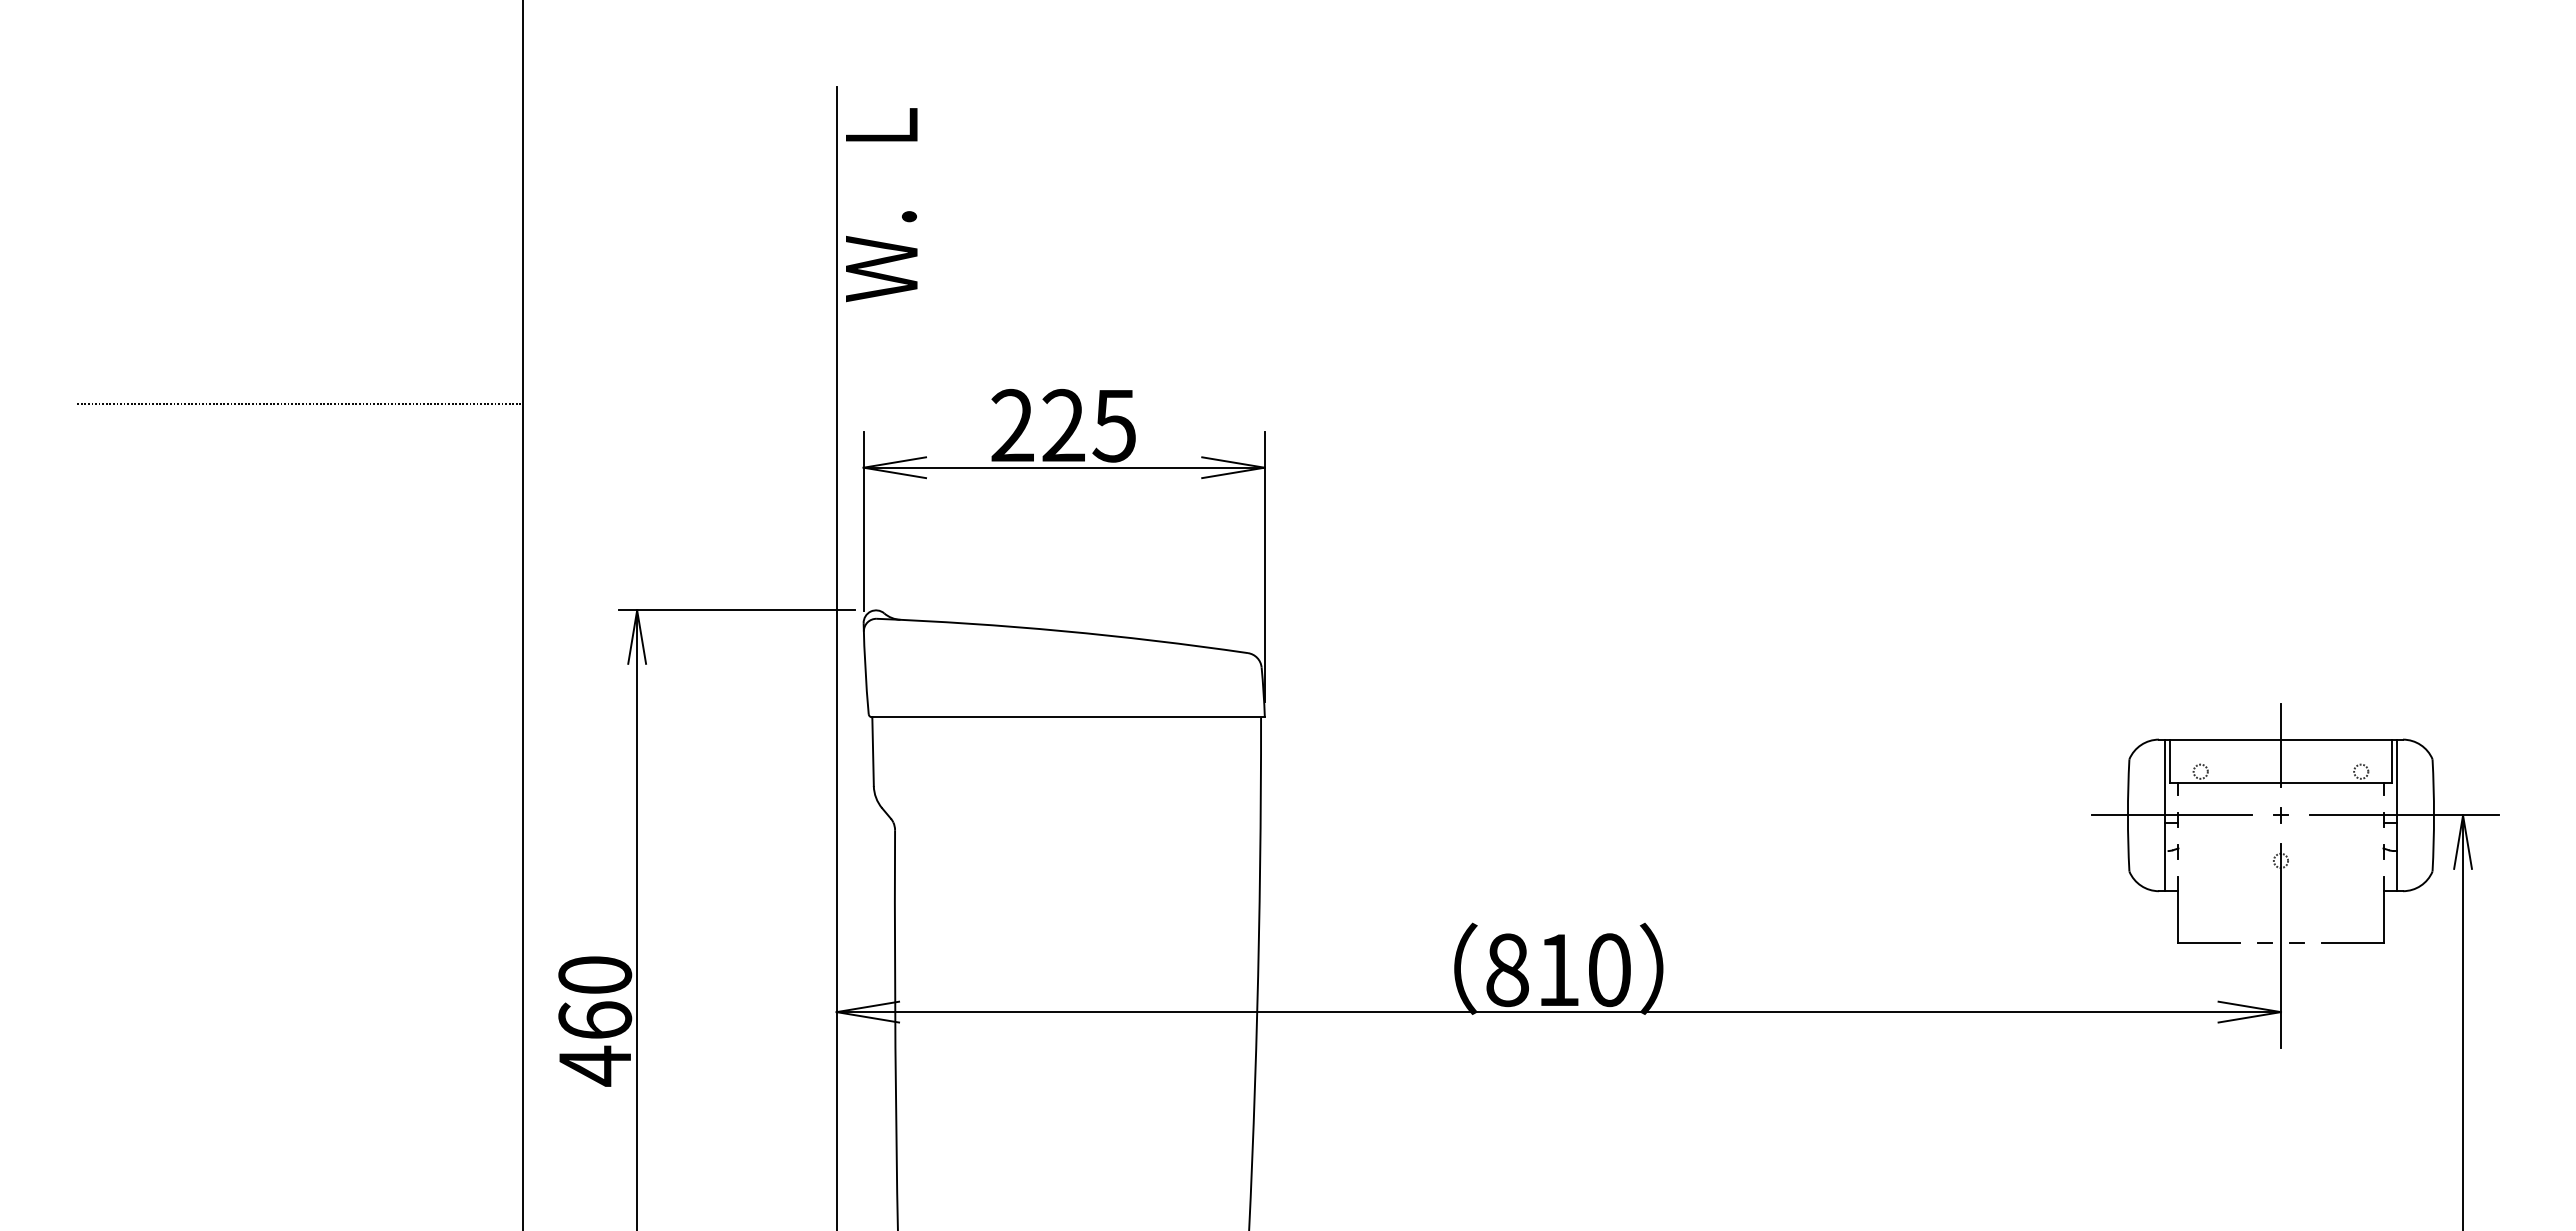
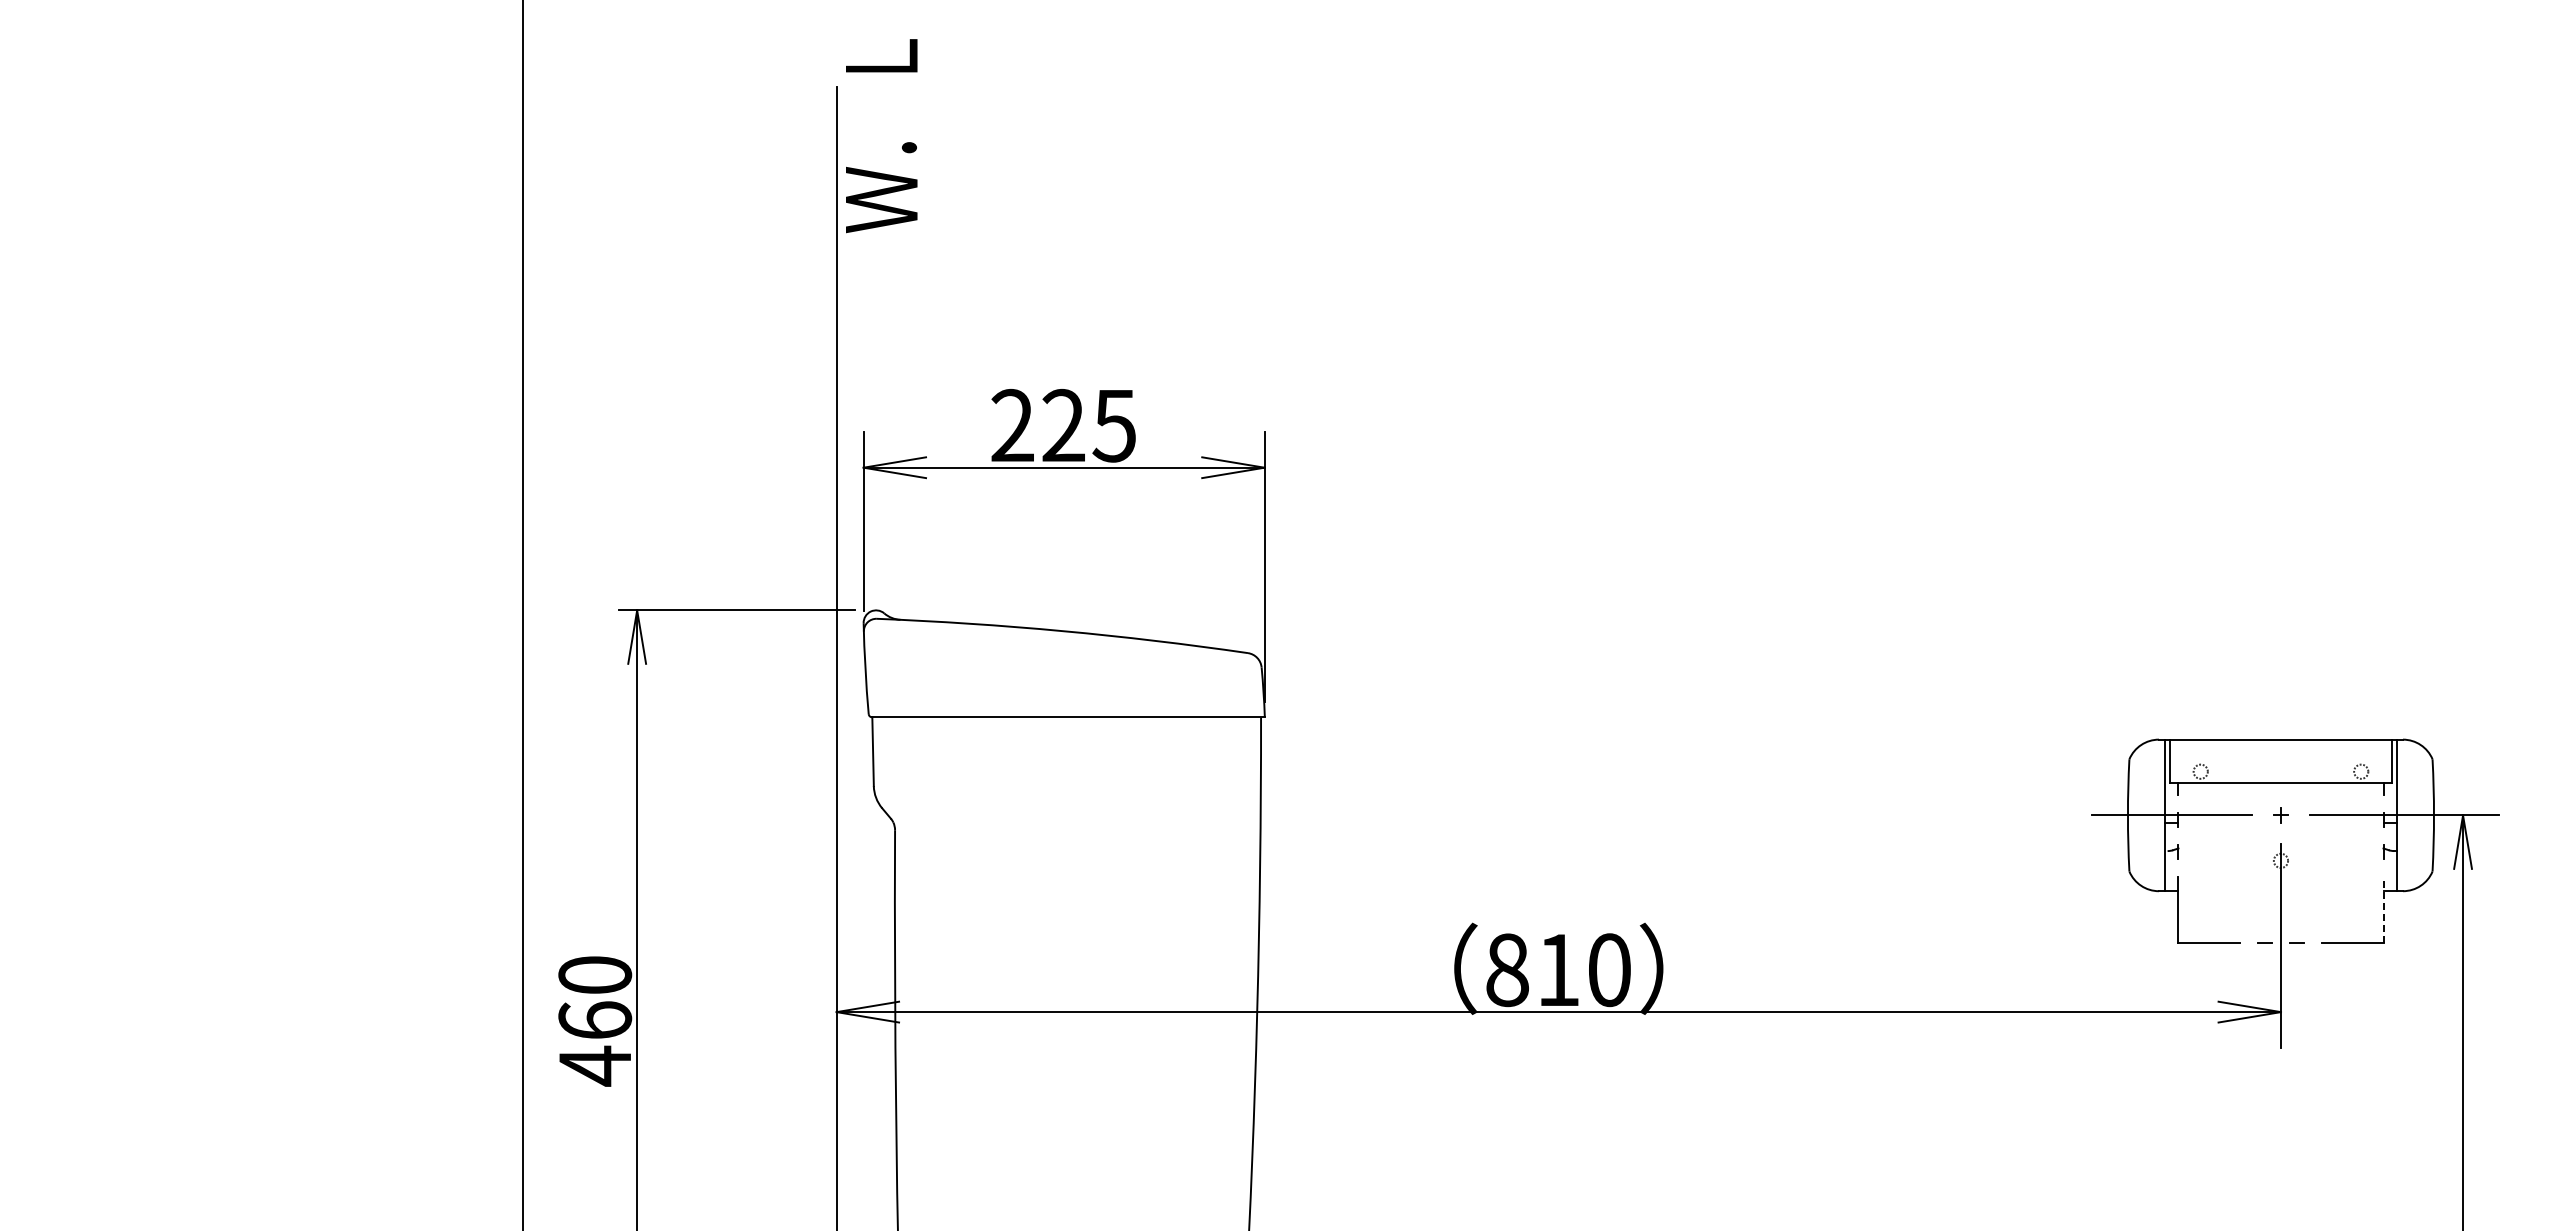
text at (881, 205) position: (881, 205) -> (881, 136)
line at (300, 404): present -> none
line at (2280, 744): present -> none
line at (2383, 909): solid -> dashed
